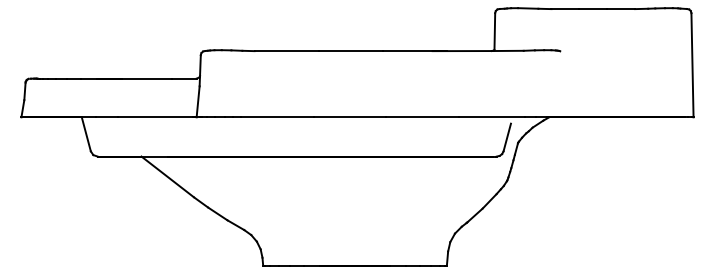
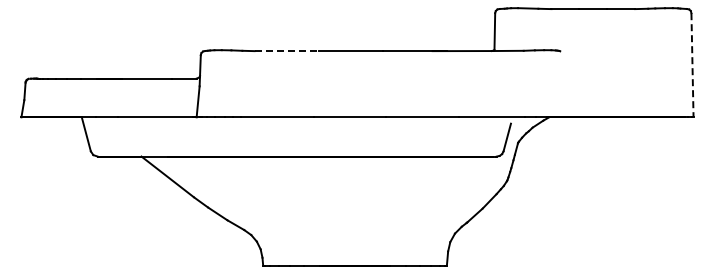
line at (287, 51): solid -> dashed
line at (692, 65): solid -> dashed
